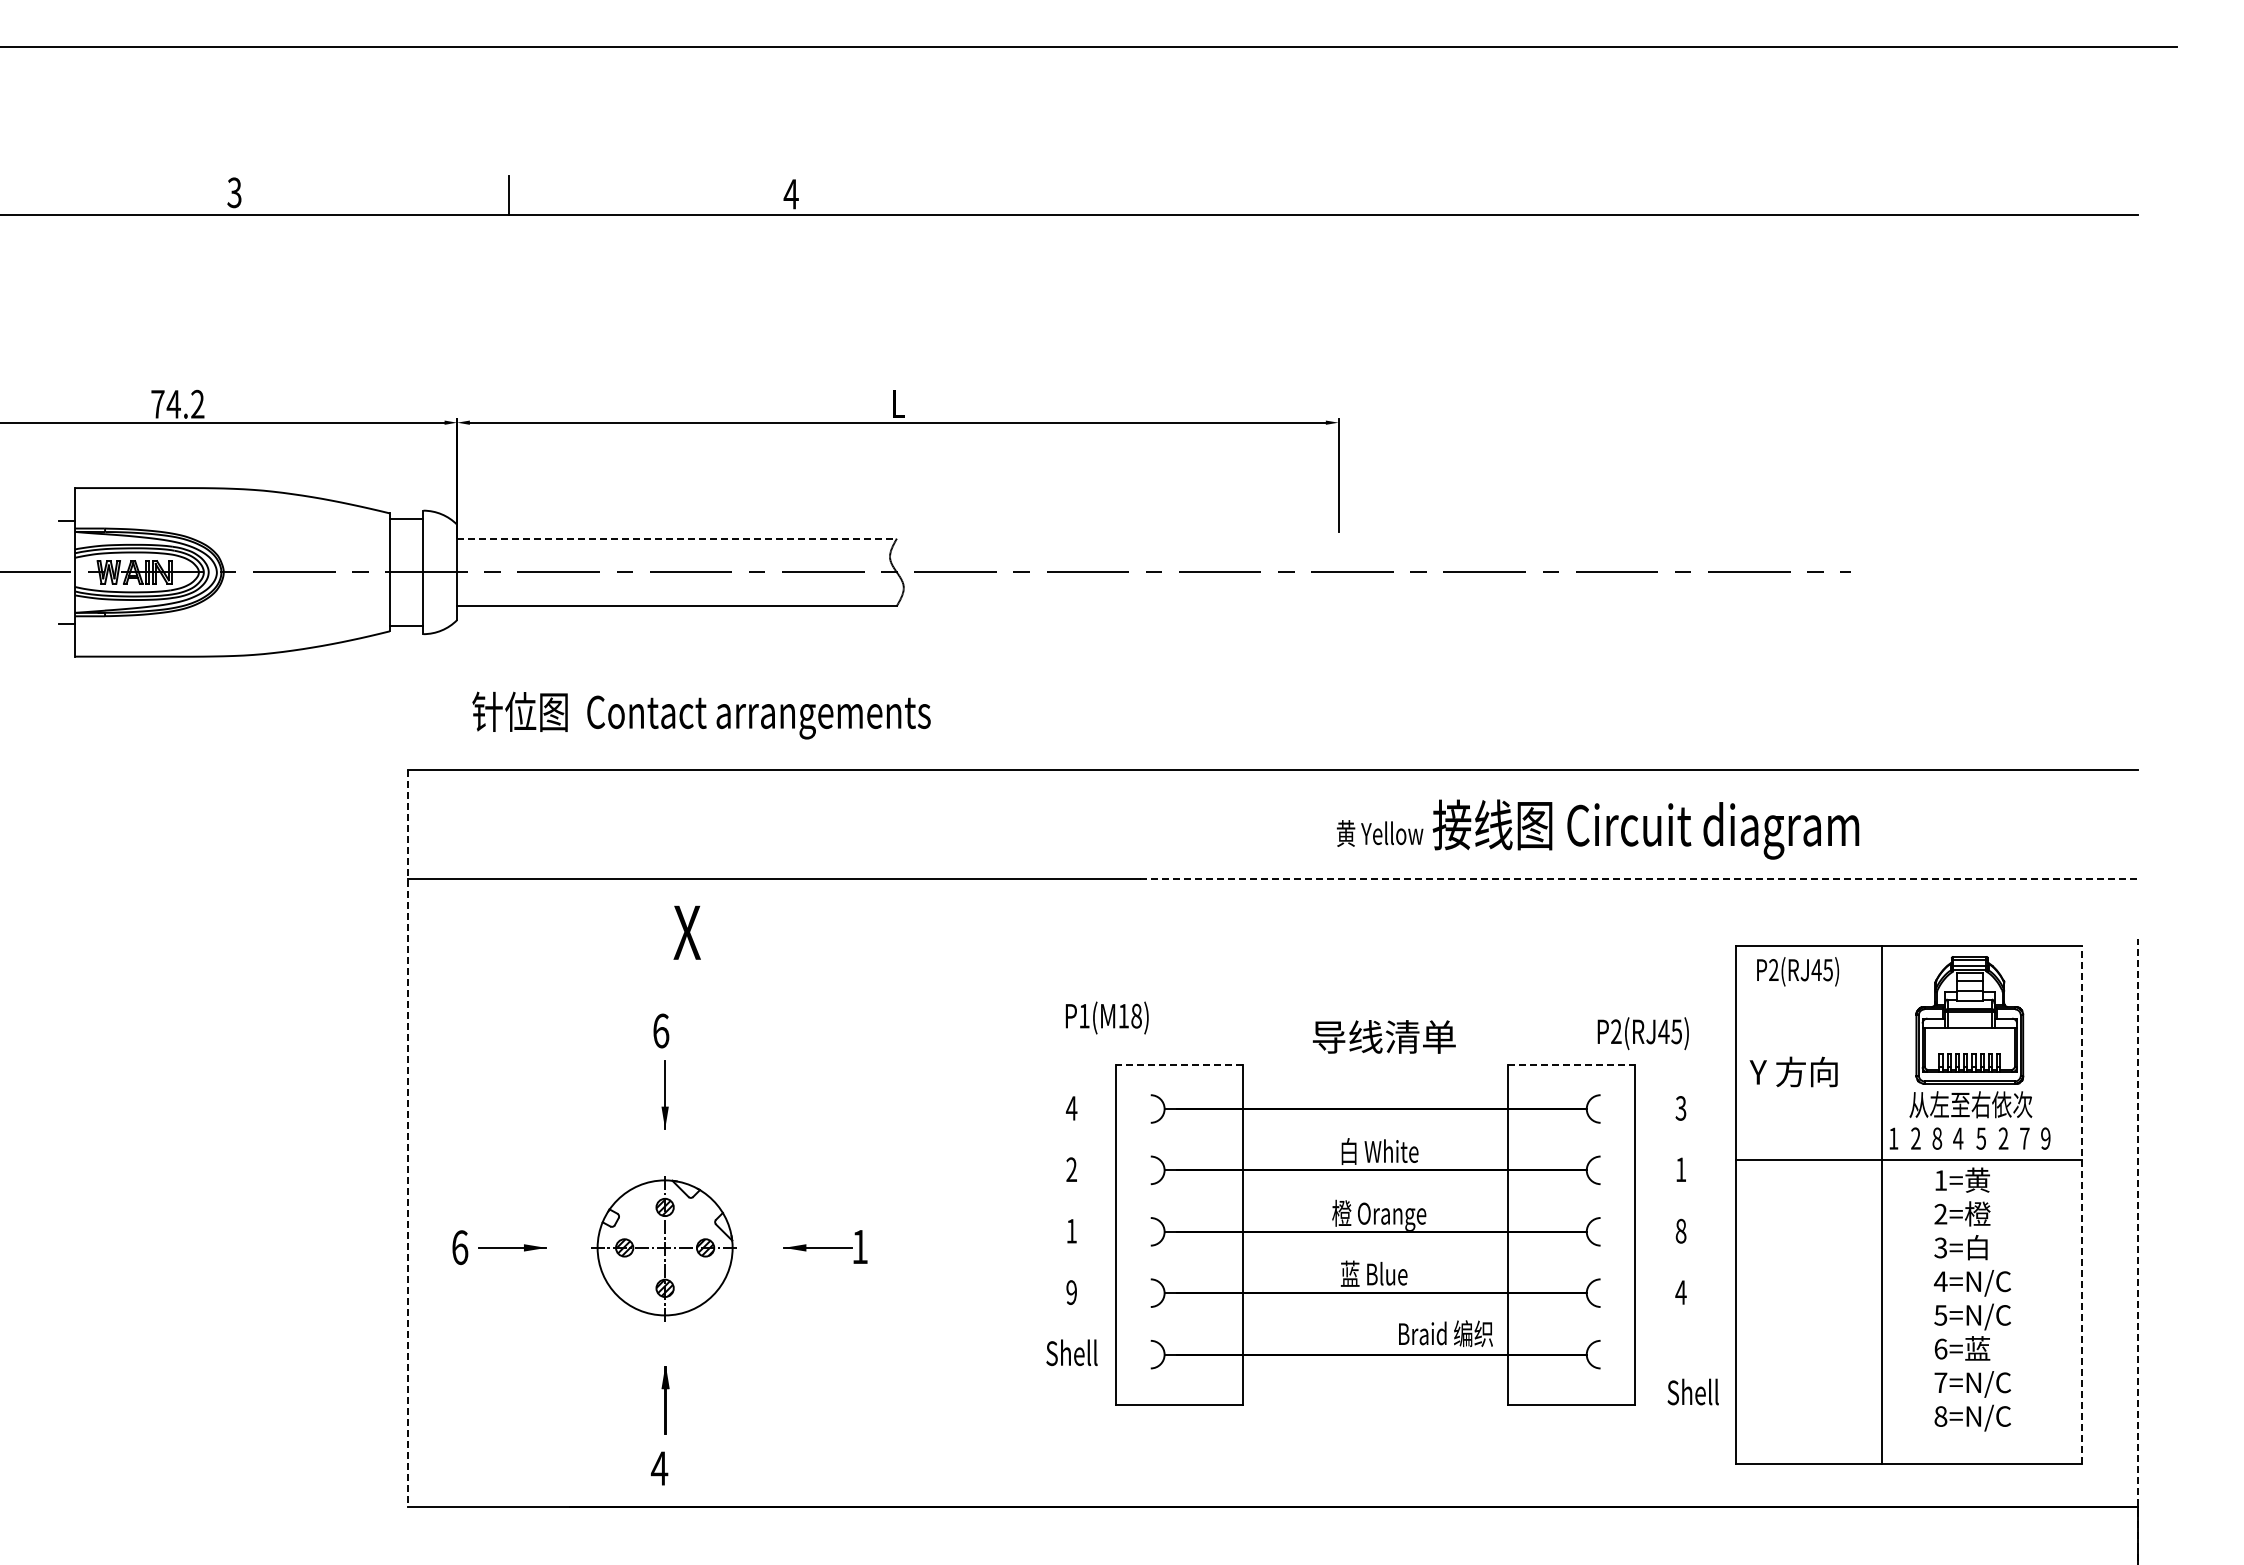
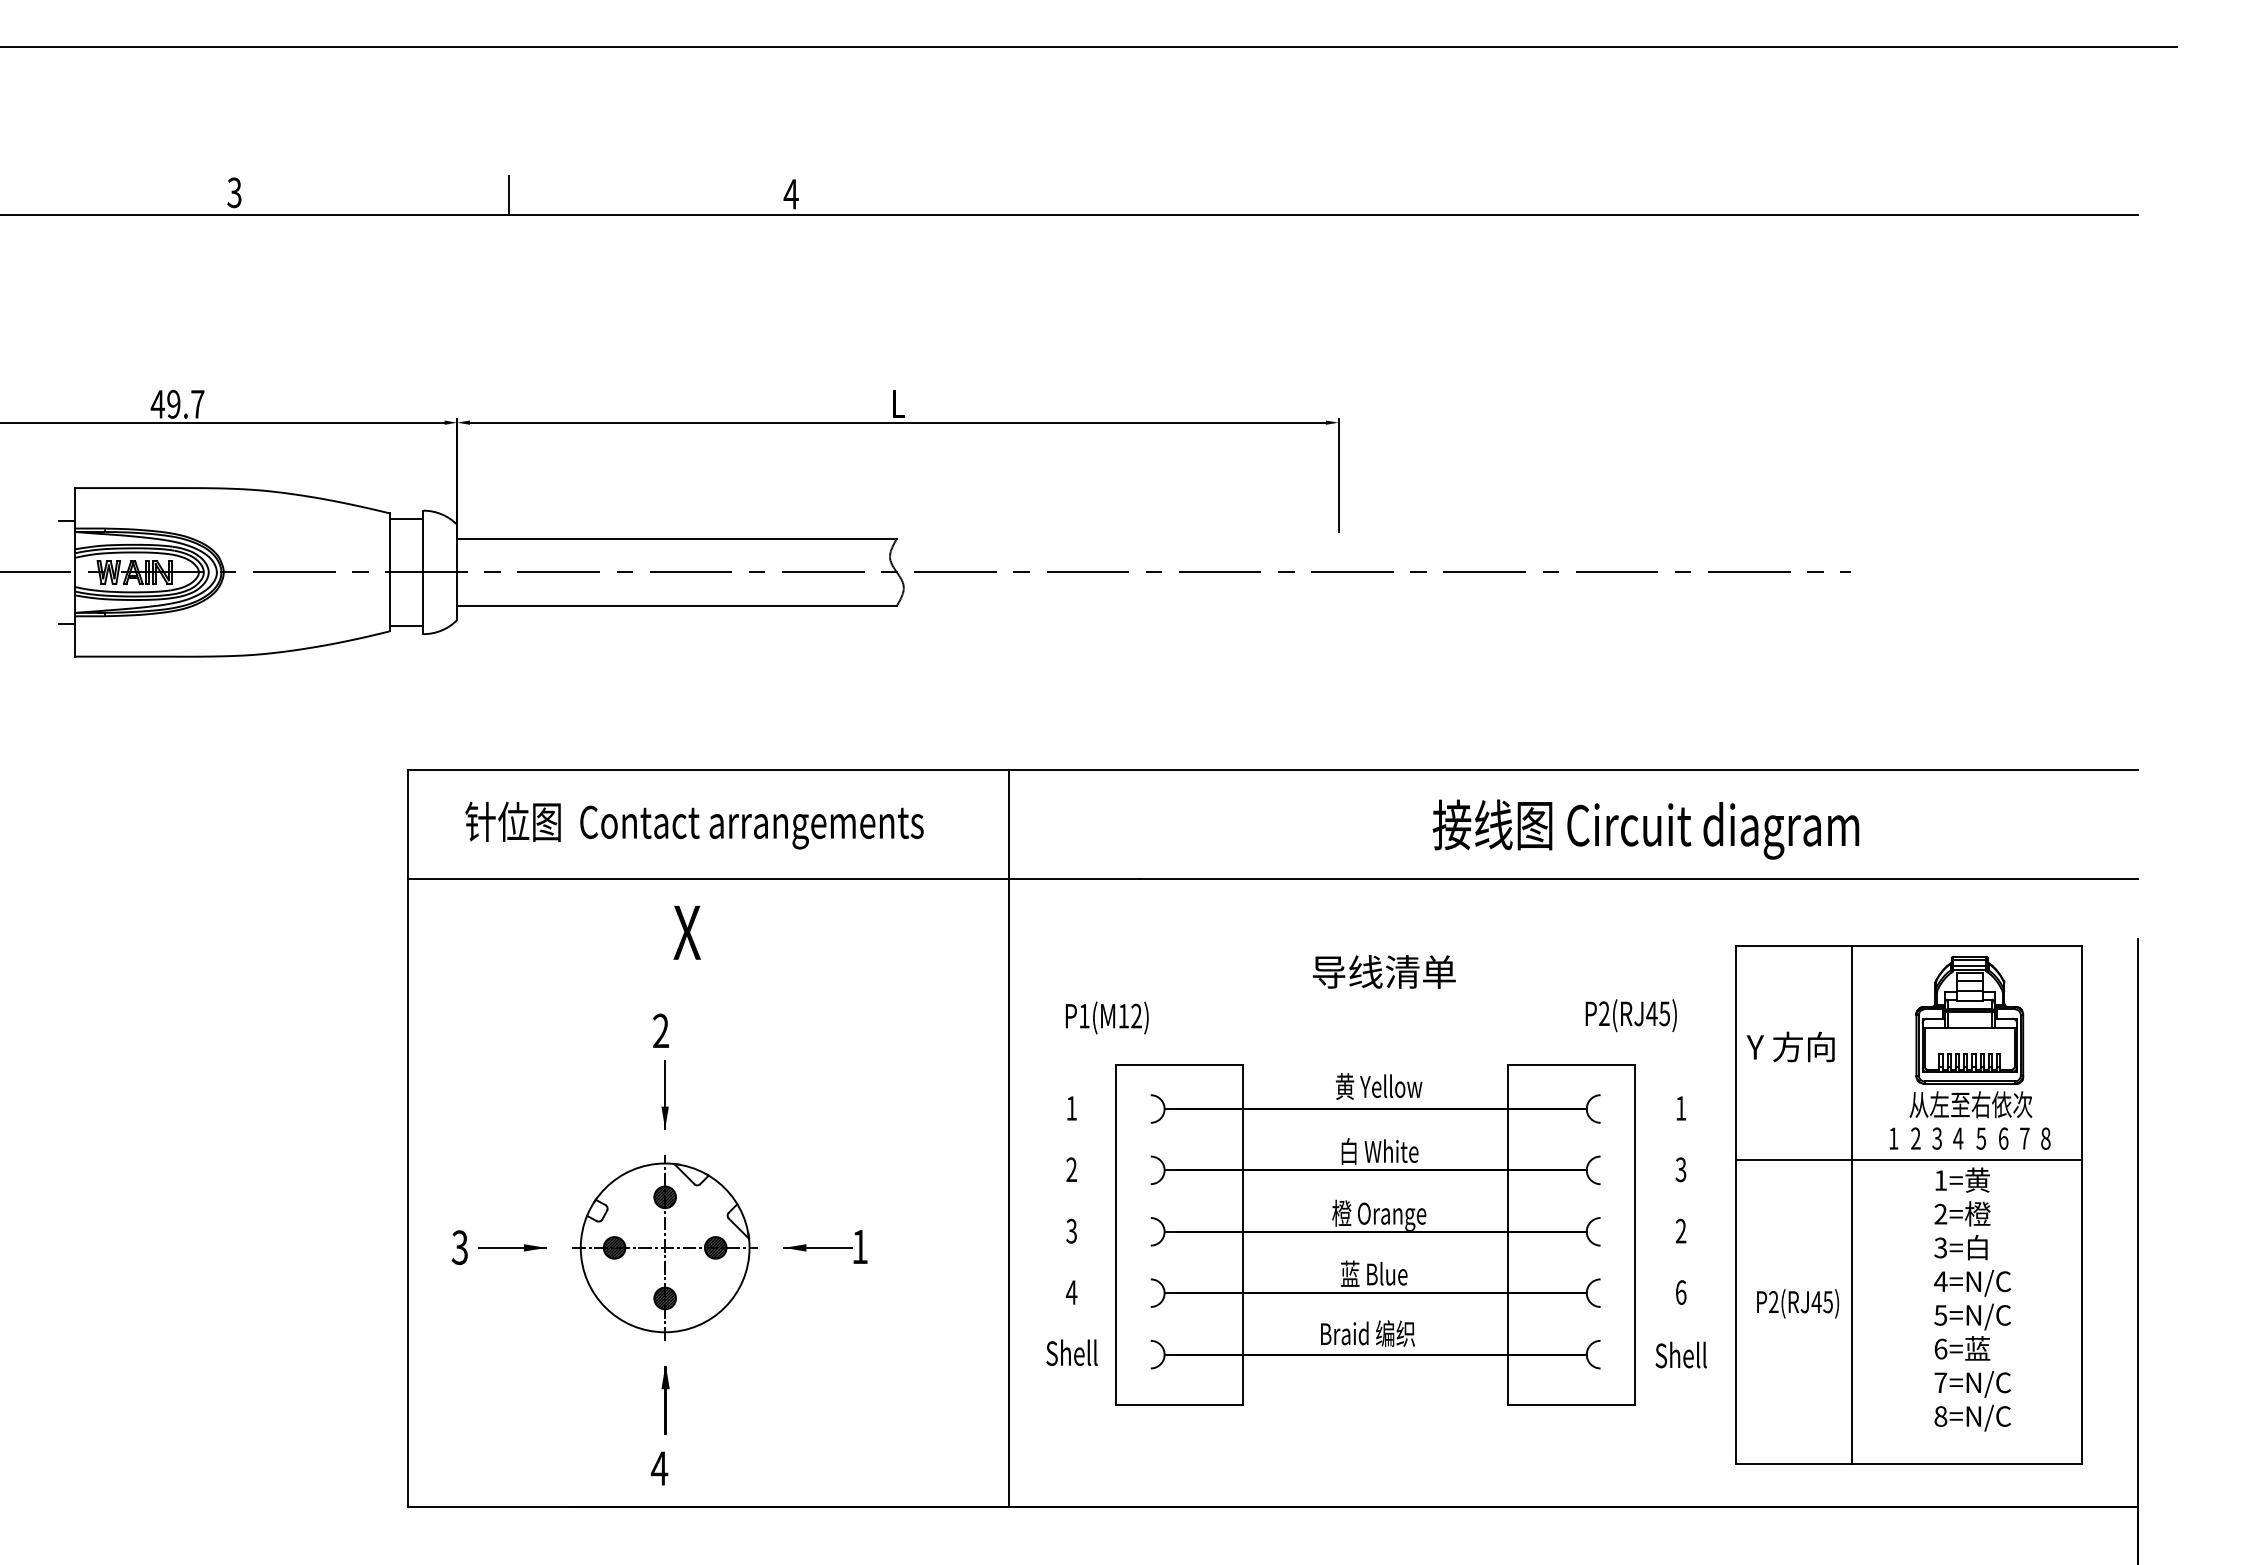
text at (177, 403): 74.2 -> 49.7
line at (677, 538): dashed -> solid
text at (701, 715) position: (701, 715) -> (694, 825)
text at (1380, 833) position: (1380, 833) -> (1379, 1086)
line at (1638, 878): dashed -> solid
text at (1798, 971) position: (1798, 971) -> (1798, 1303)
text at (1136, 1015): P1(M18) -> P1(M12)
text at (661, 1030): 6 -> 2
text at (1642, 1033) position: (1642, 1033) -> (1630, 1015)
text at (1383, 1036) position: (1383, 1036) -> (1383, 971)
line at (1179, 1064): dashed -> solid
line at (1571, 1064): dashed -> solid
text at (1793, 1071) position: (1793, 1071) -> (1790, 1046)
text at (1071, 1108): 4 -> 1
text at (1680, 1108): 3 -> 1
line at (407, 1138): dashed -> solid
line at (1009, 1138): none -> present
text at (1937, 1138): 8 -> 3
text at (2003, 1138): 2 -> 6
text at (2045, 1138): 9 -> 8
text at (1680, 1169): 1 -> 3
line at (1881, 1205) position: (1881, 1205) -> (1851, 1205)
line at (2082, 1205): dashed -> solid
text at (1071, 1230): 1 -> 3
text at (1680, 1230): 8 -> 2
text at (459, 1247): 6 -> 3
part at (663, 1248) size: 146x146 px -> 186x186 px
line at (2137, 1251): dashed -> solid
text at (1071, 1292): 9 -> 4
text at (1680, 1292): 4 -> 6
text at (1445, 1333) position: (1445, 1333) -> (1367, 1333)
text at (1692, 1391) position: (1692, 1391) -> (1680, 1354)
